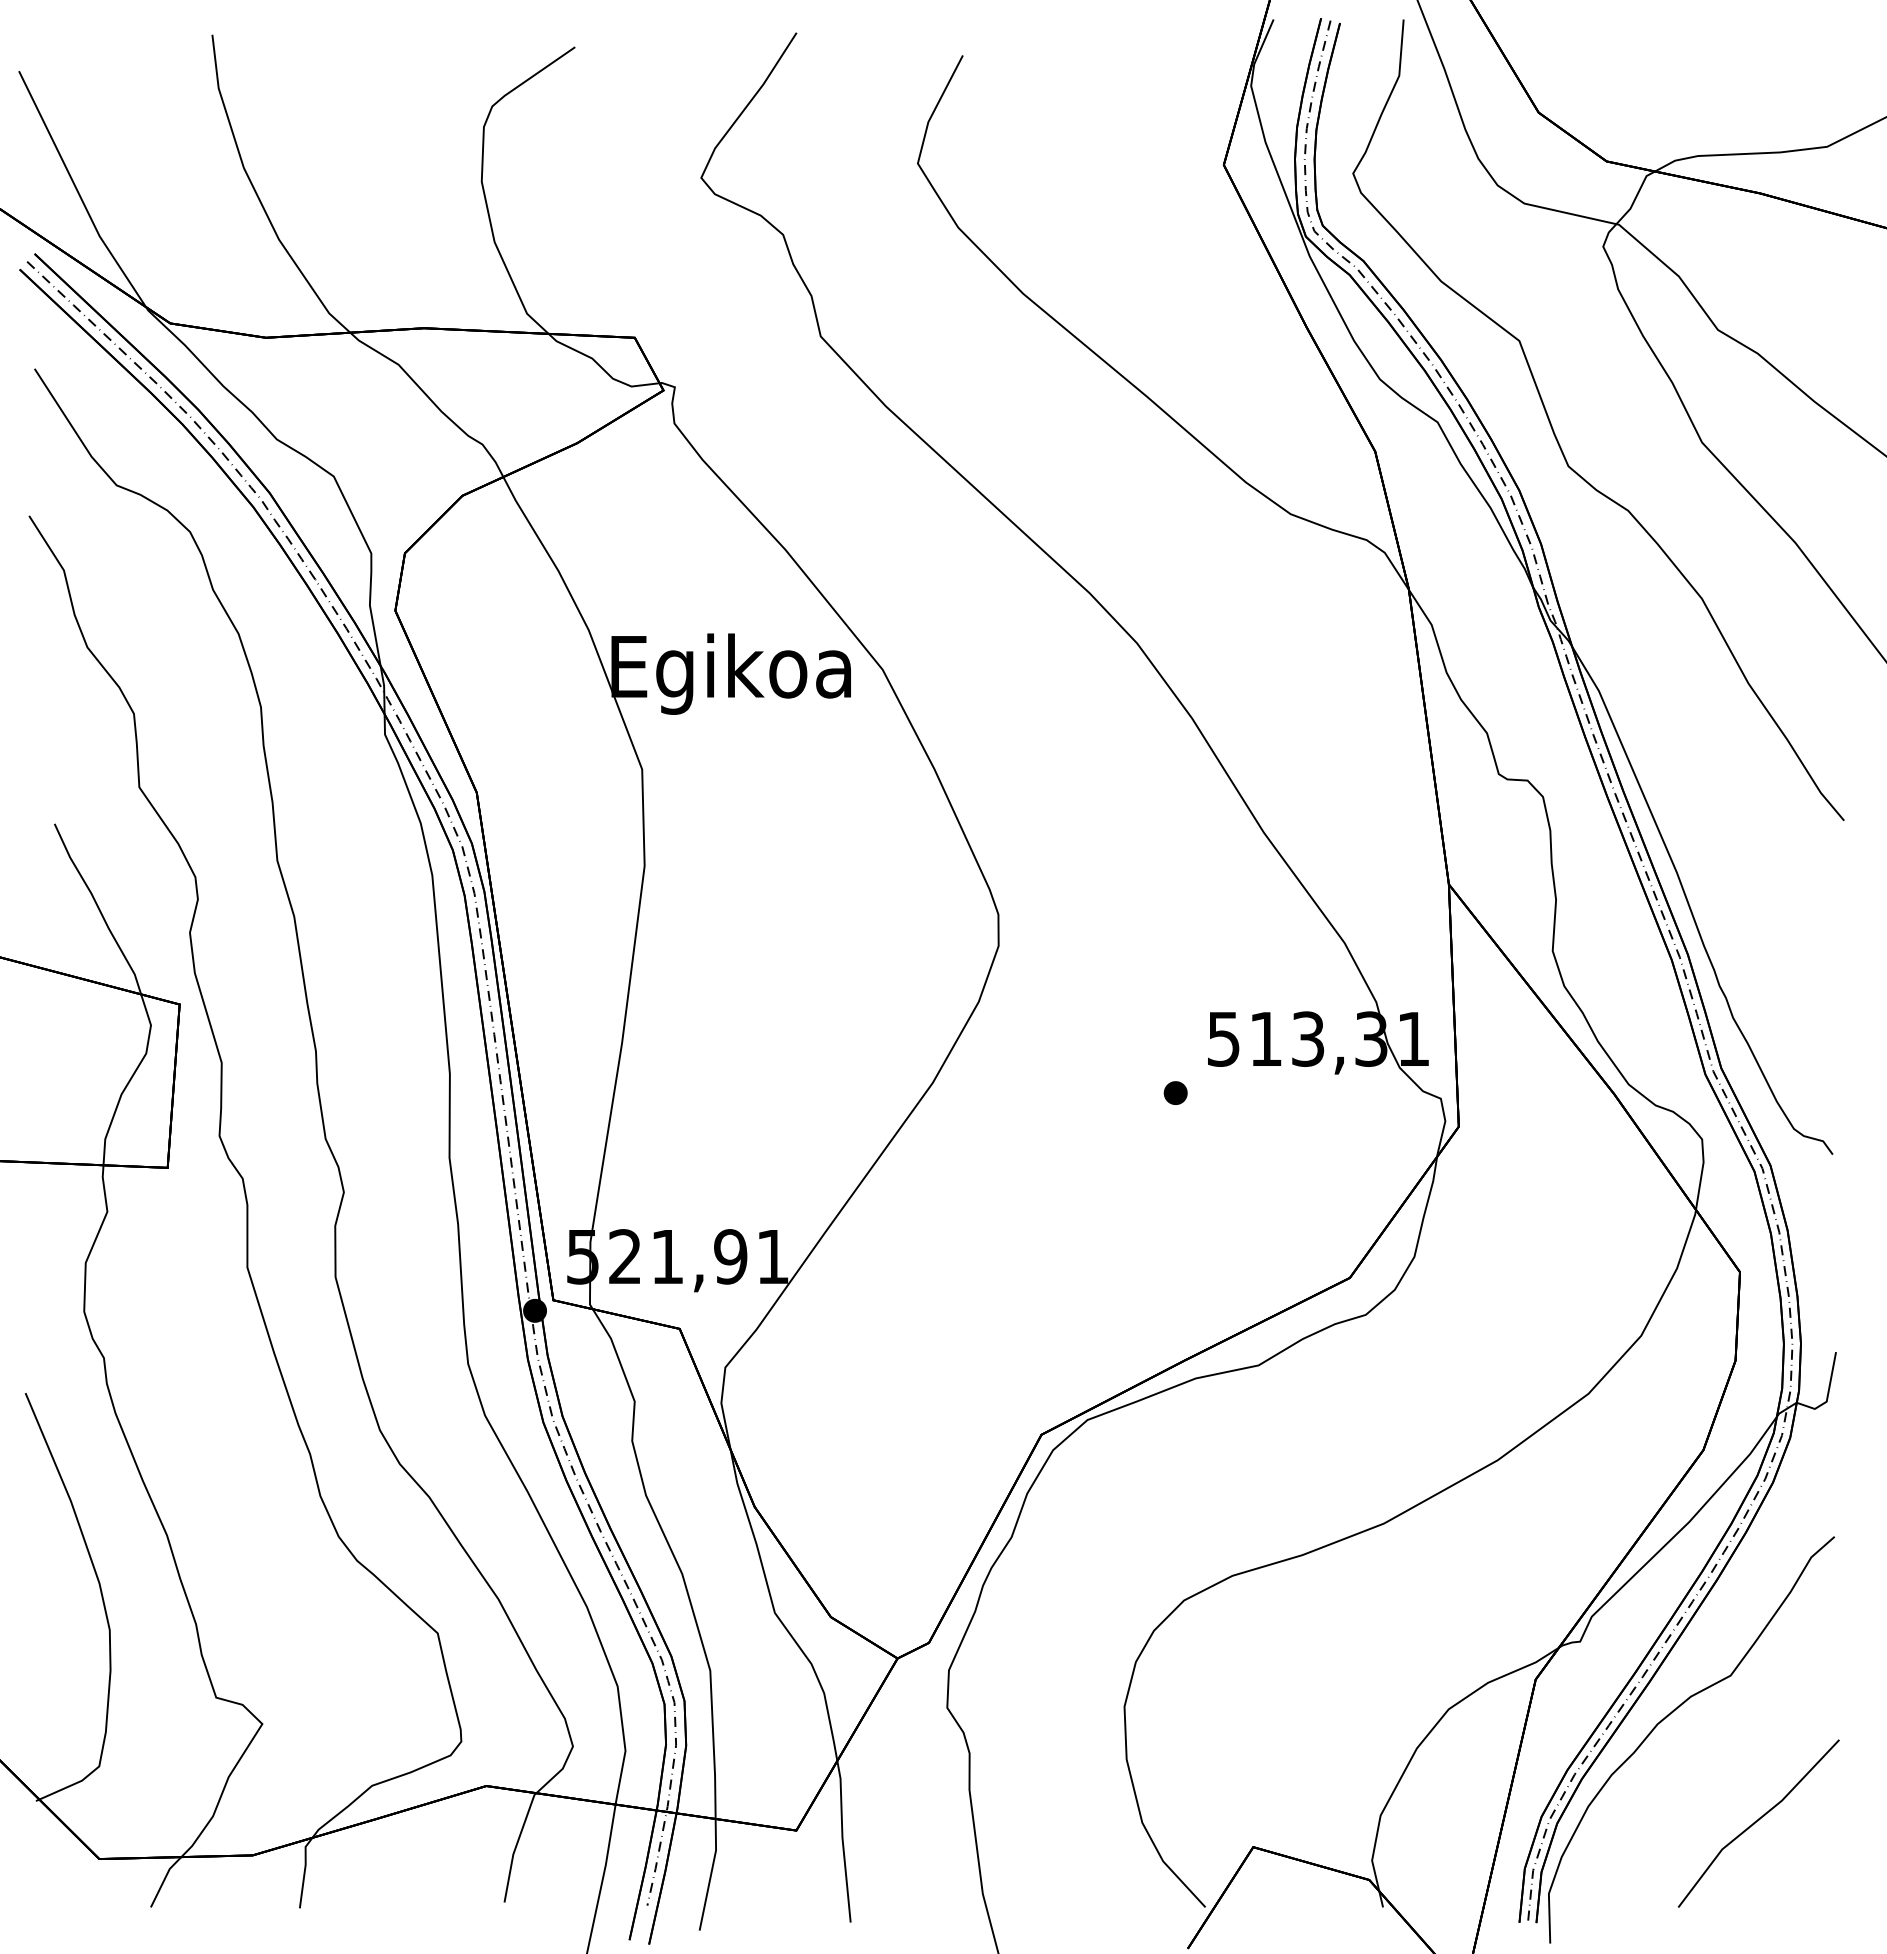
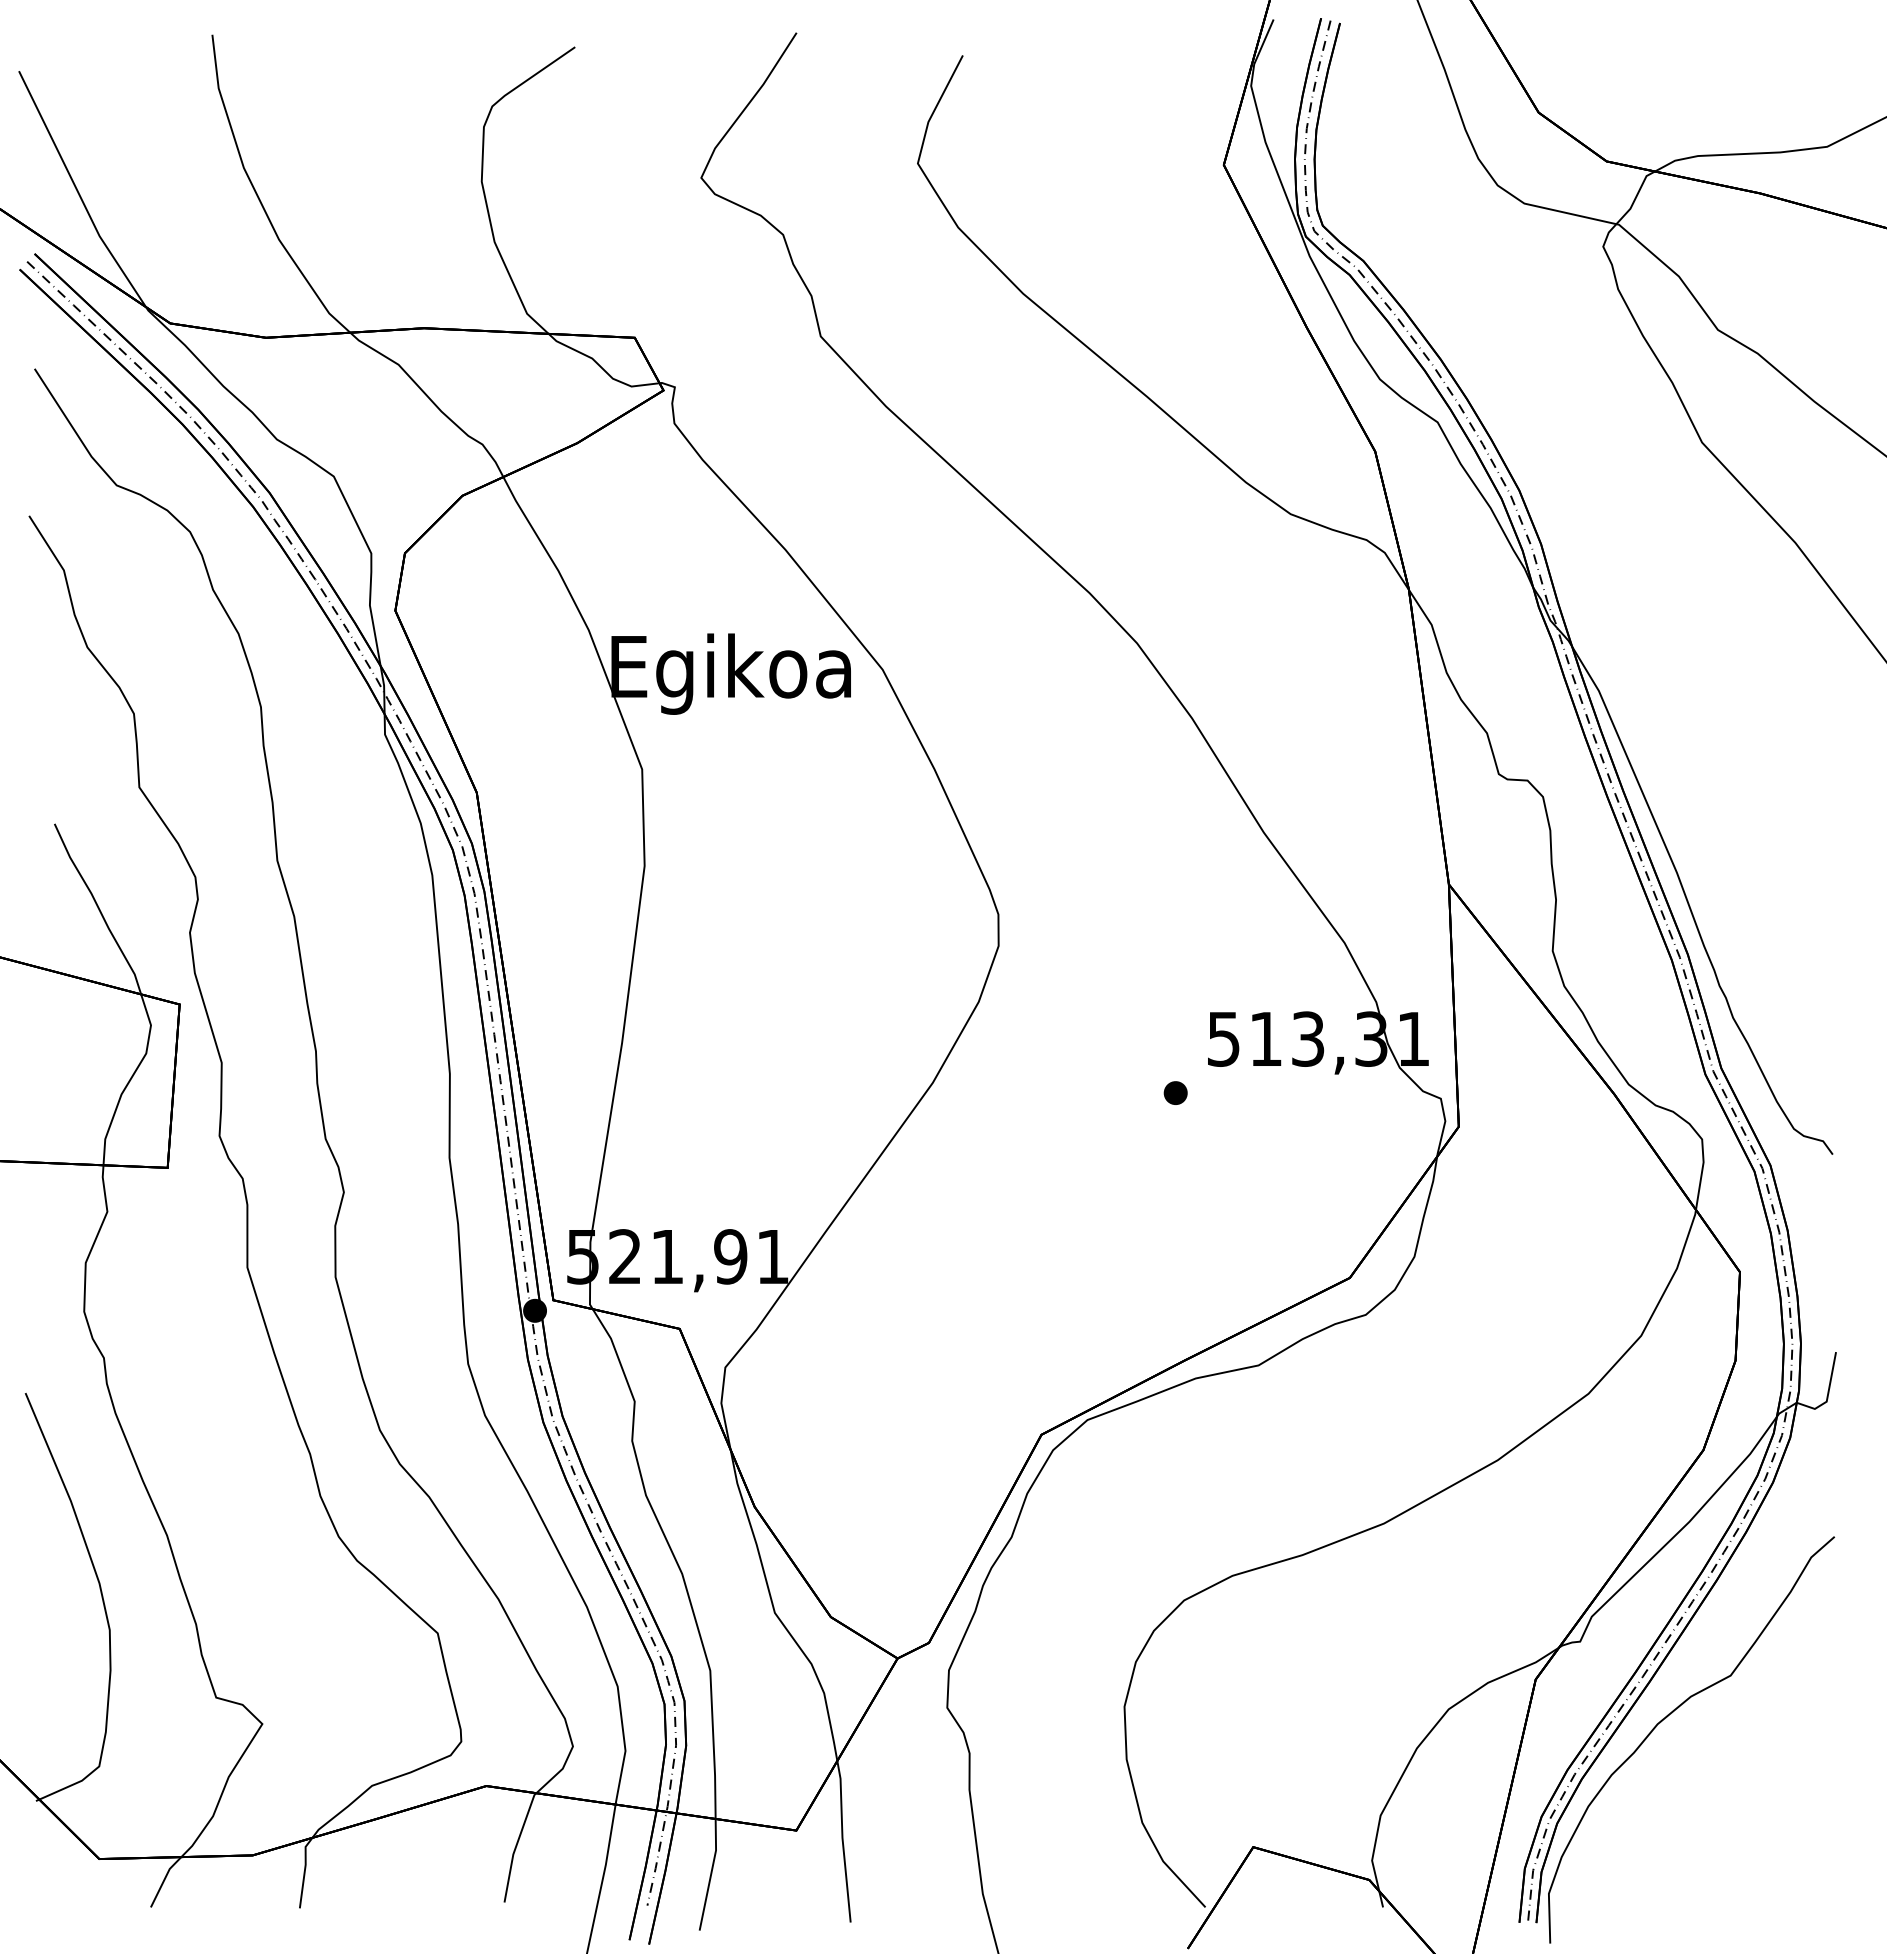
curve at (1558, 440): present -> none
line at (1758, 1821): present -> none
